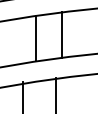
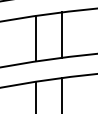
line at (56, 94) position: (56, 94) -> (62, 94)
line at (23, 95) position: (23, 95) -> (36, 95)
